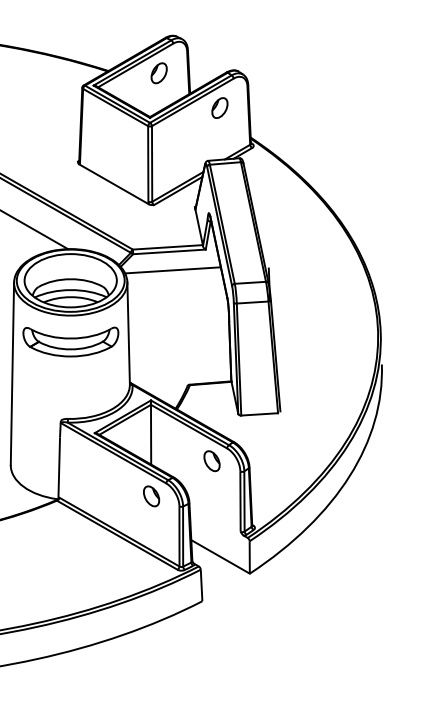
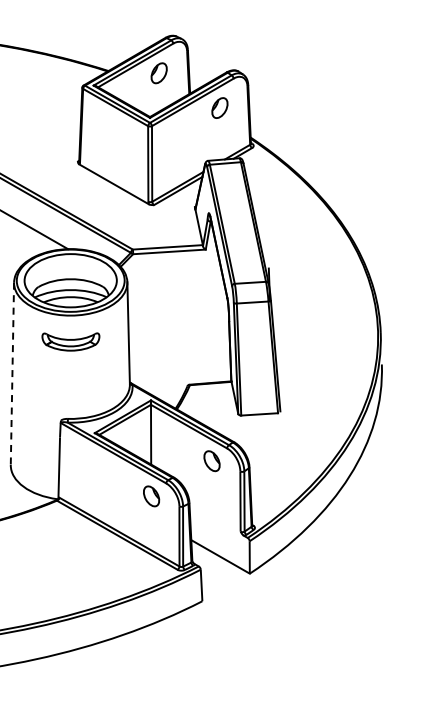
line at (172, 270): present -> none
part at (70, 341) size: 98x32 px -> 60x20 px
line at (12, 374): solid -> dashed
